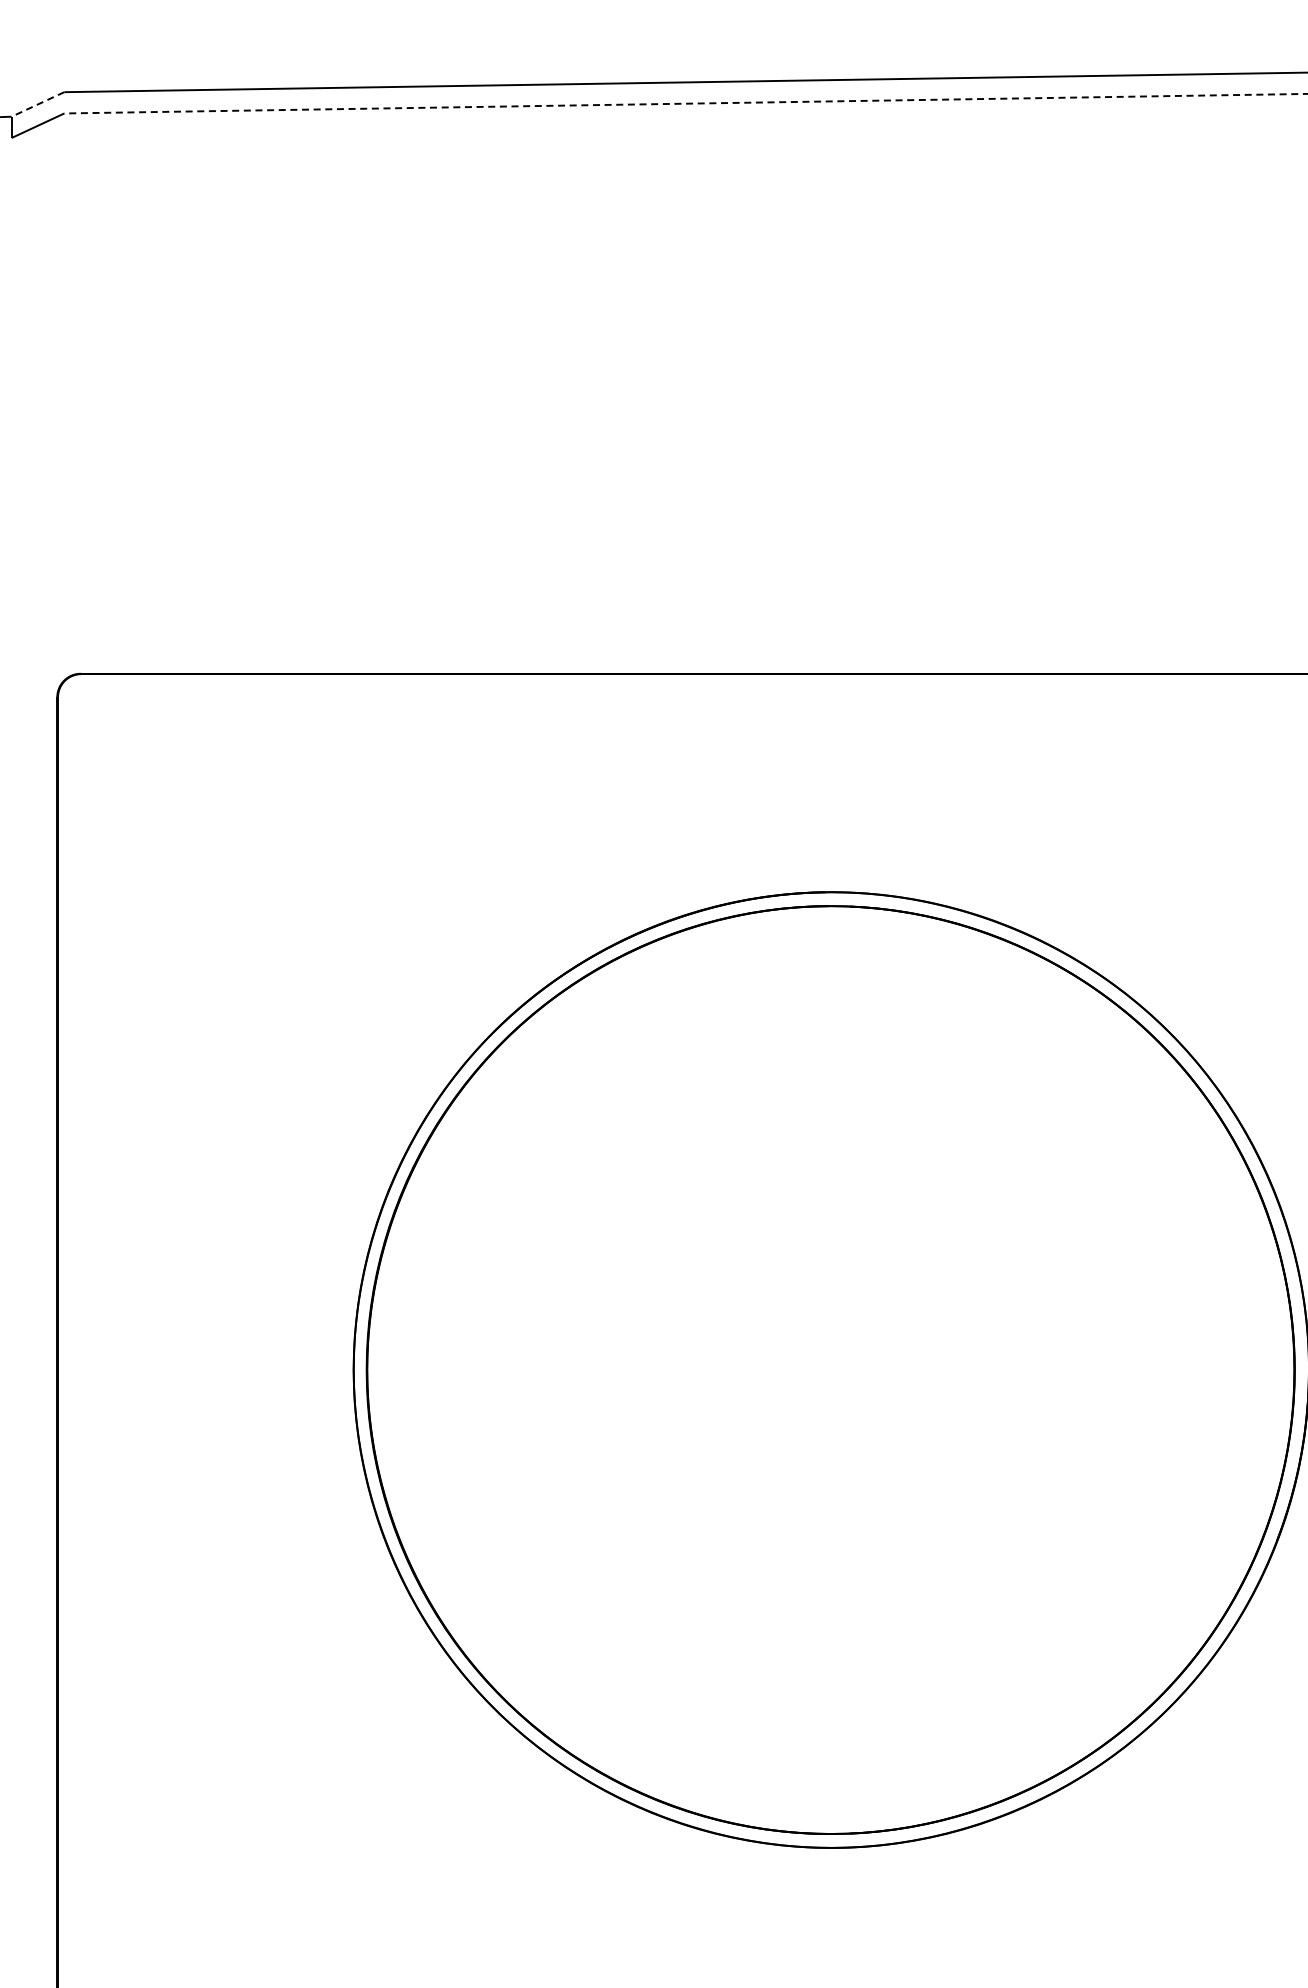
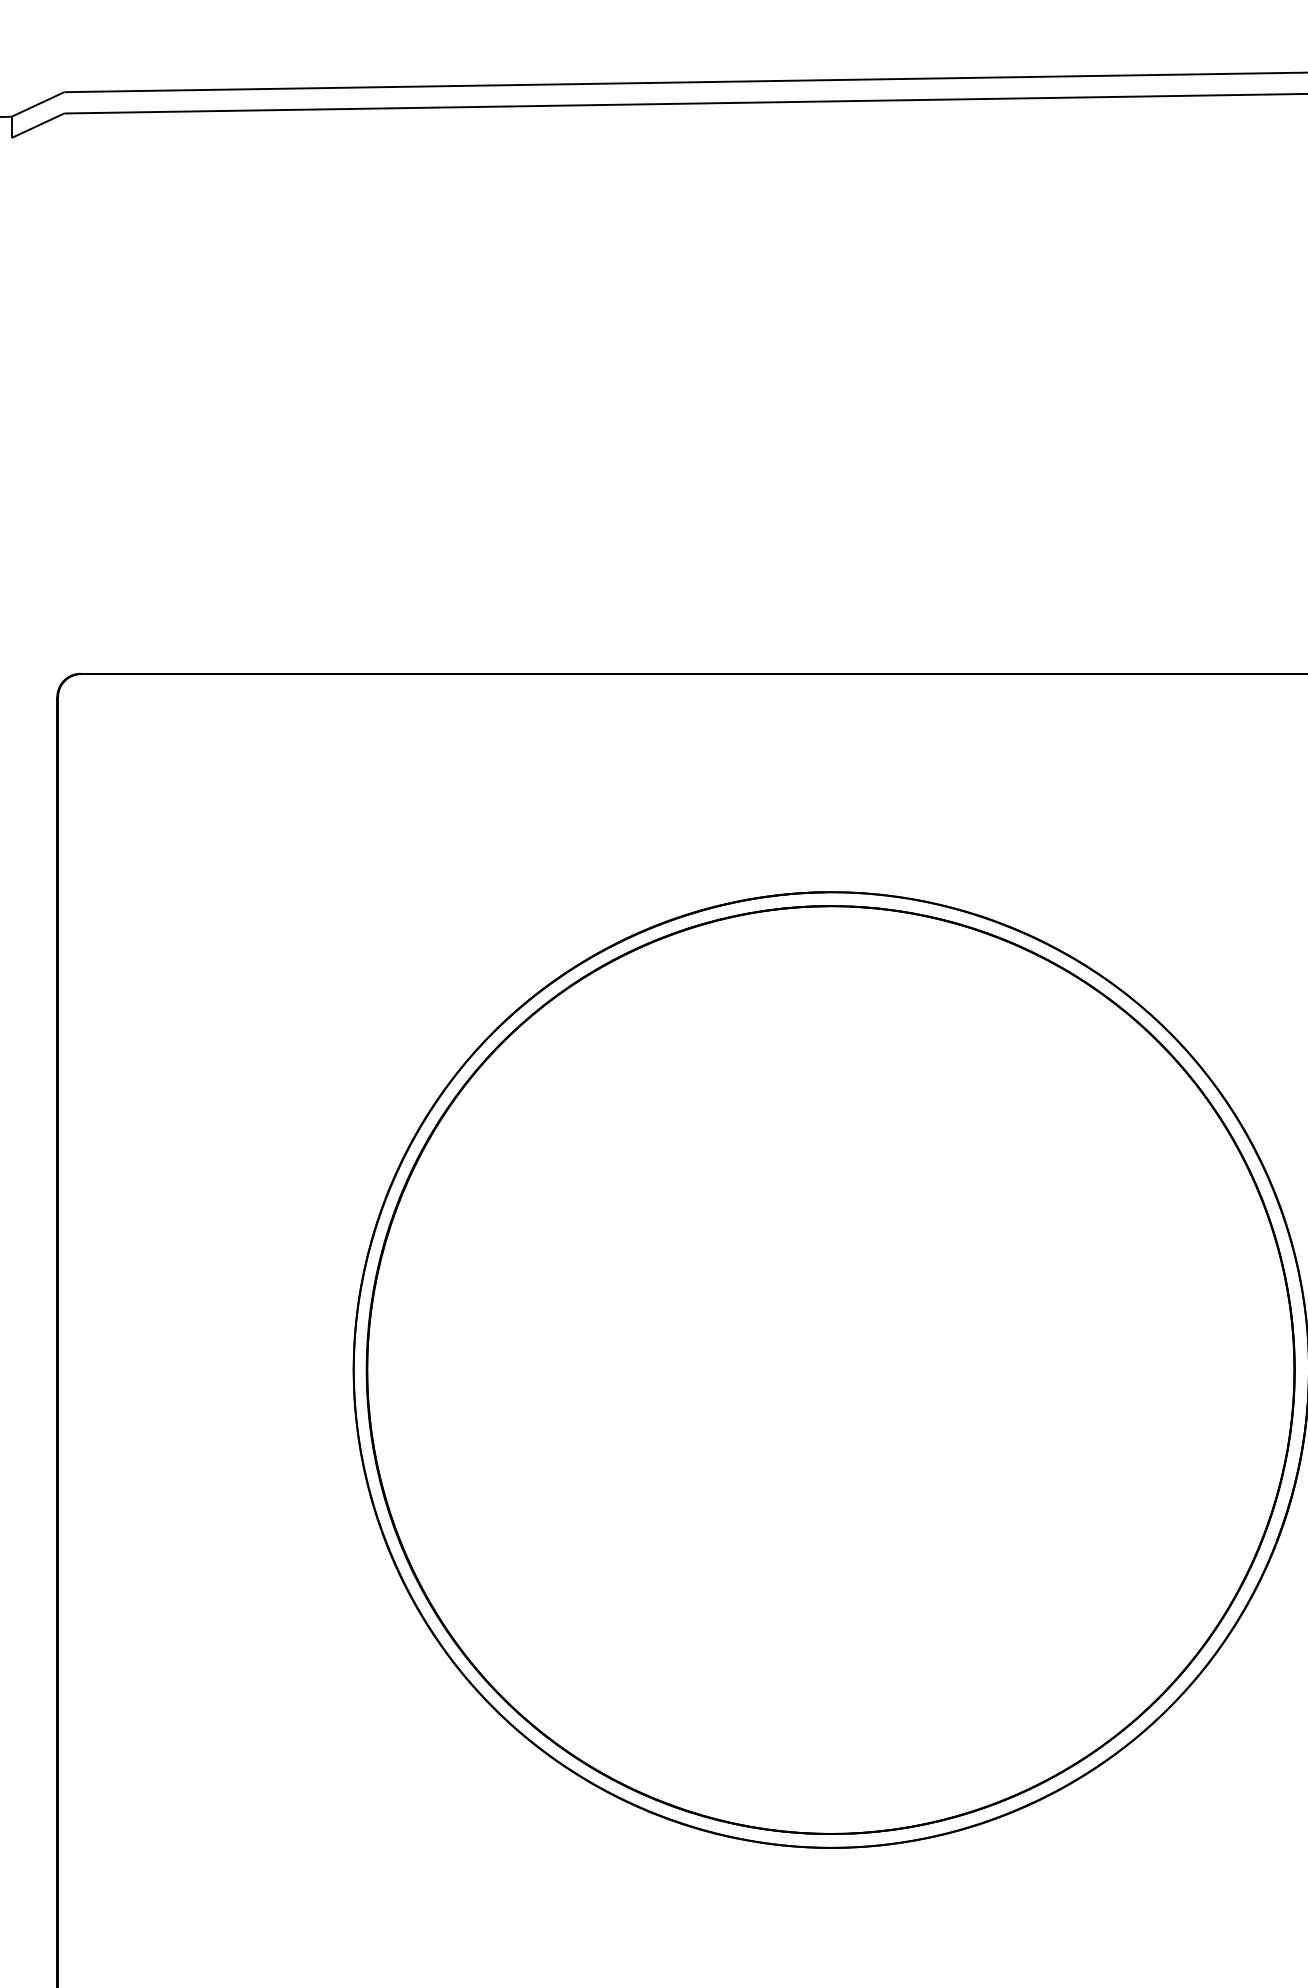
line at (686, 103): dashed -> solid
line at (37, 104): dashed -> solid
